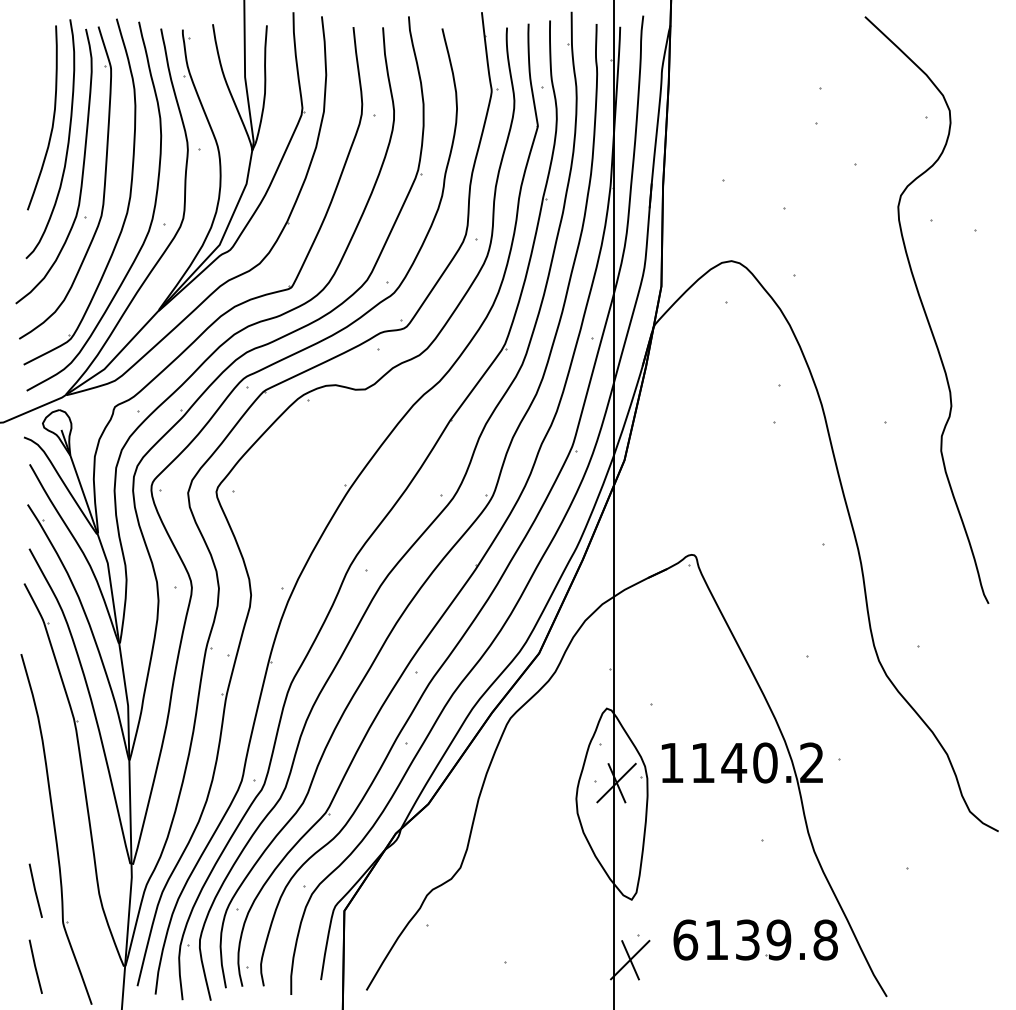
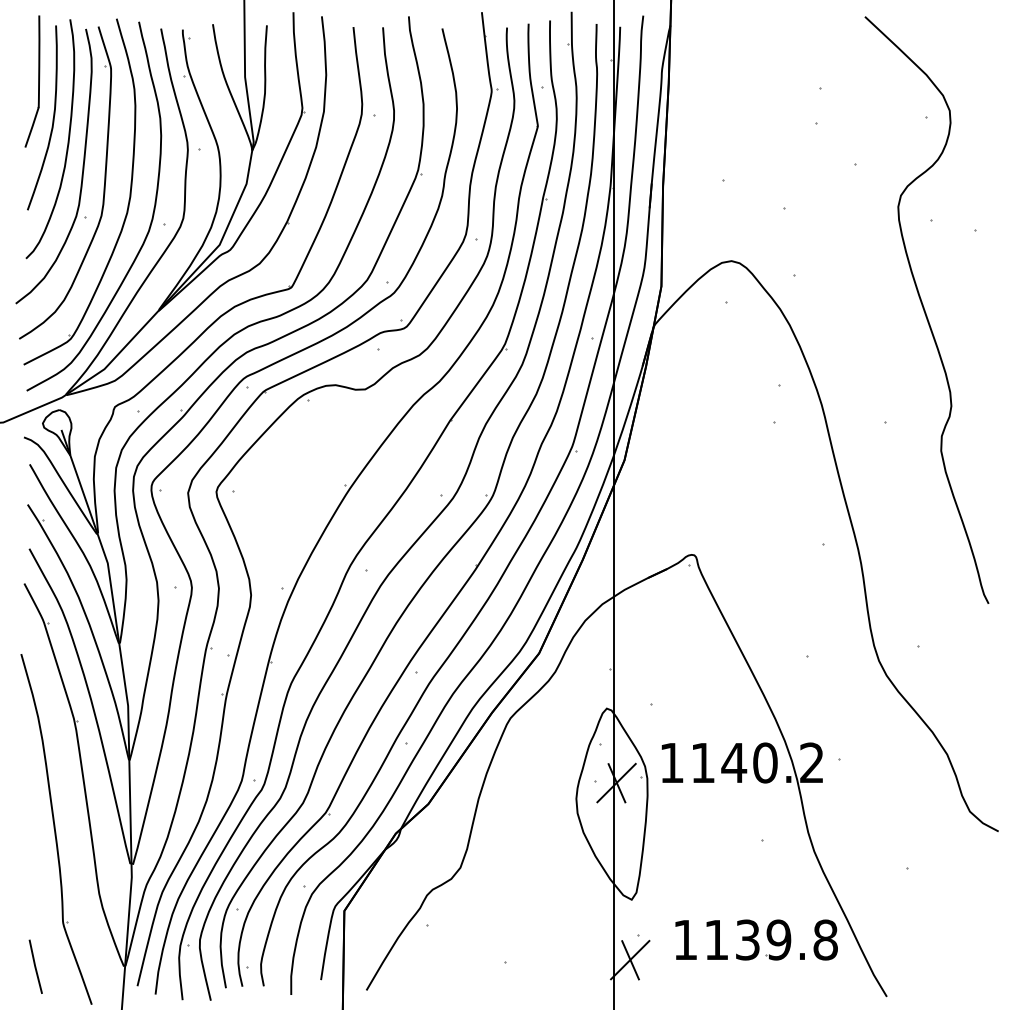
part at (32, 81): none -> present
line at (35, 890): present -> none
text at (685, 939): 6139.8 -> 1139.8
